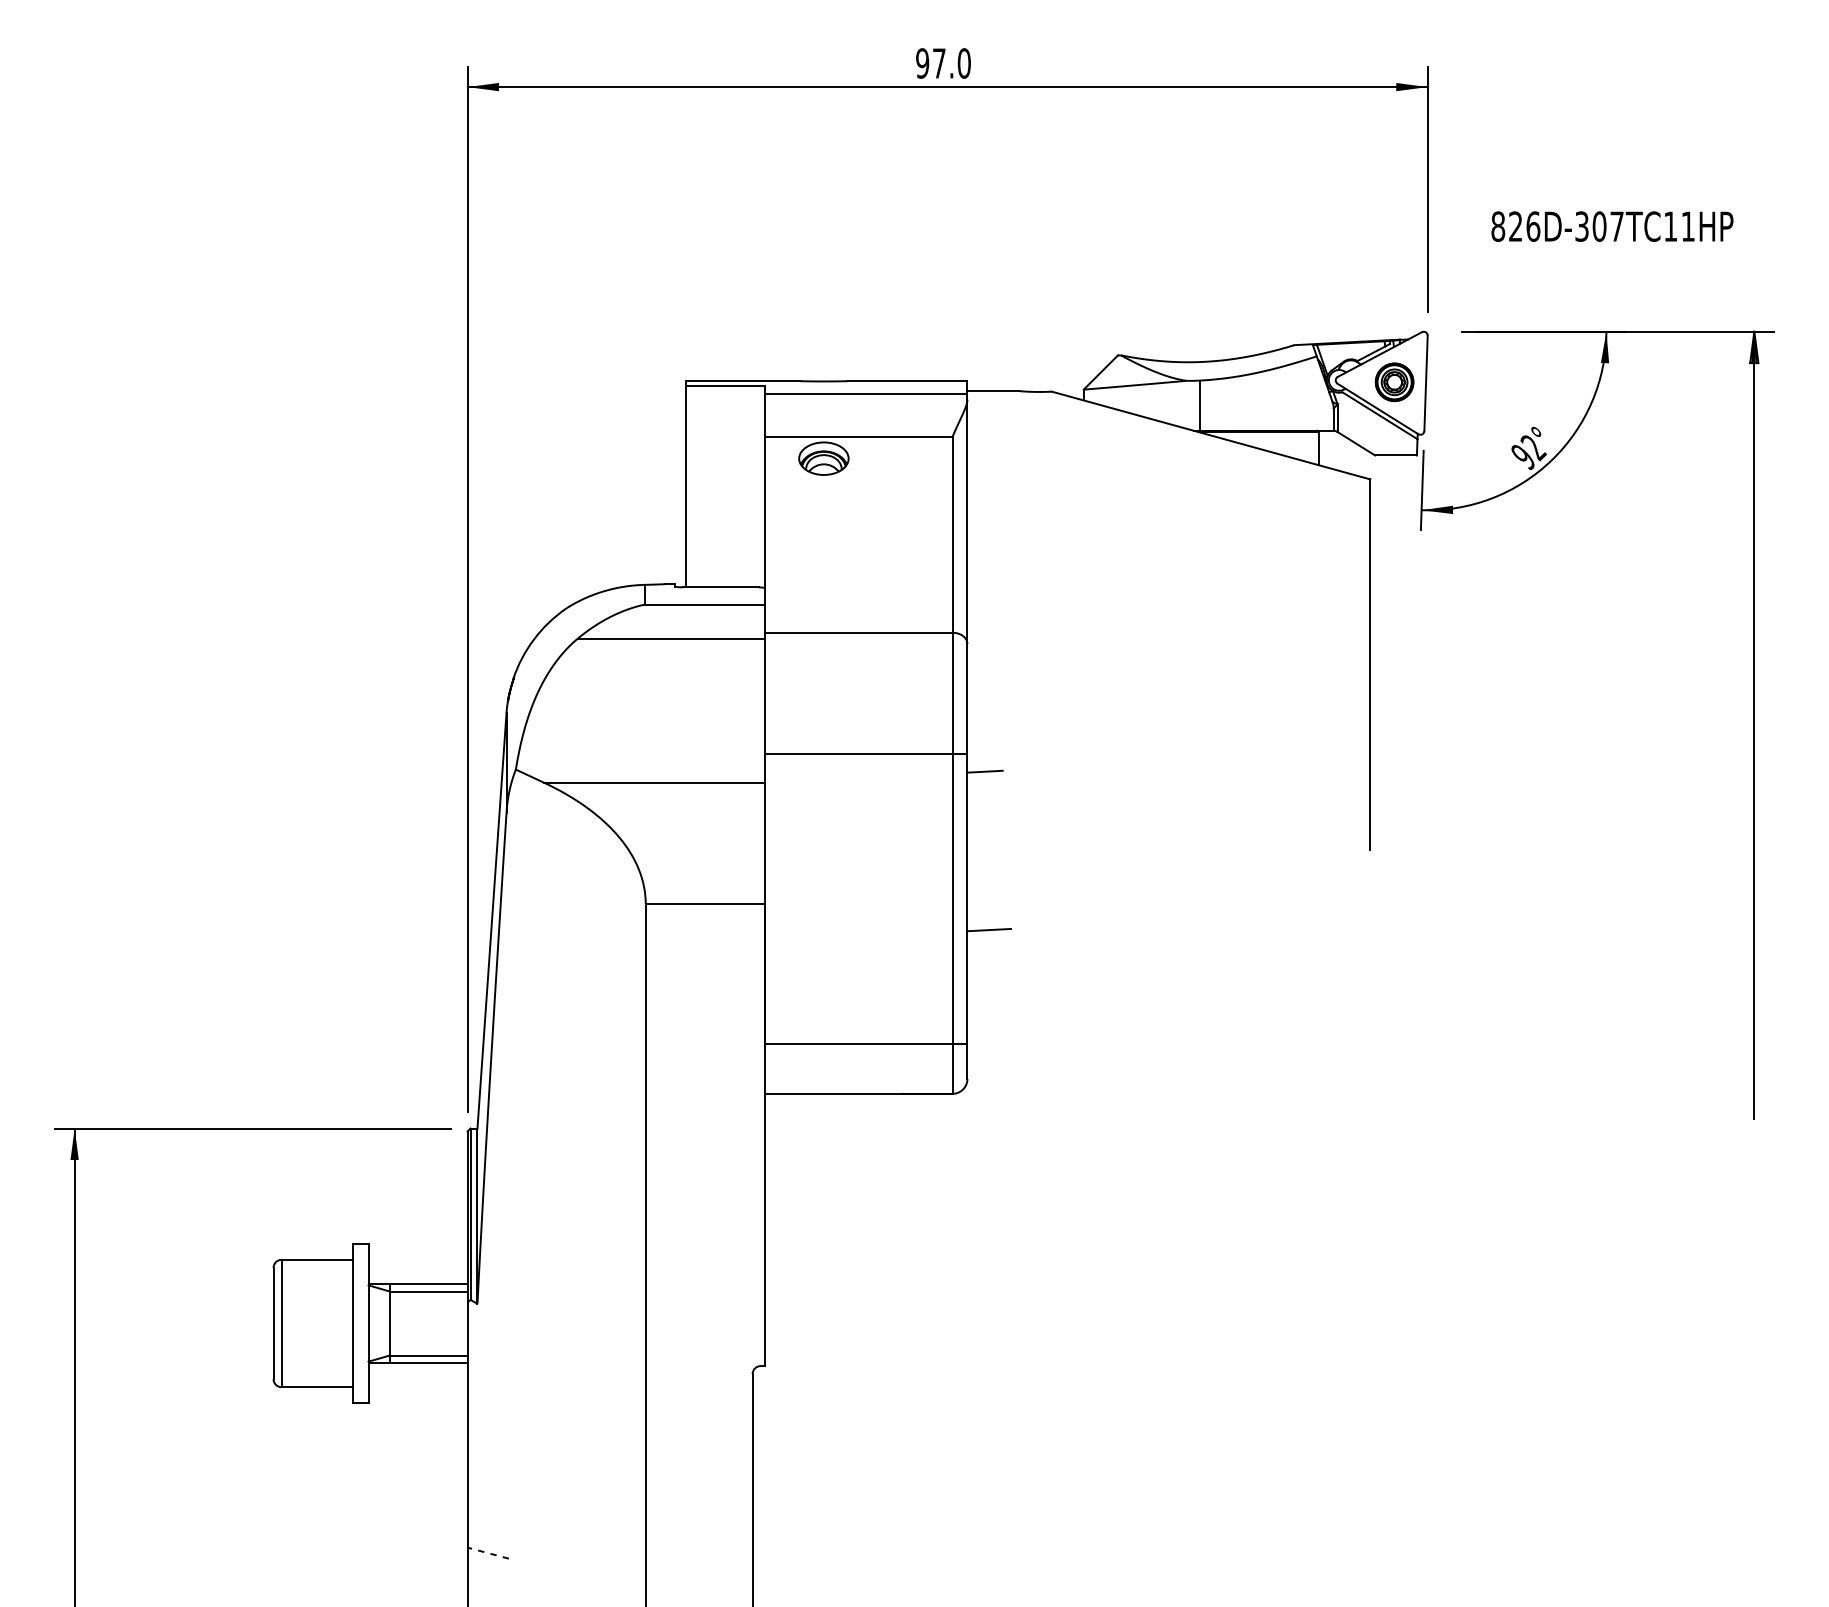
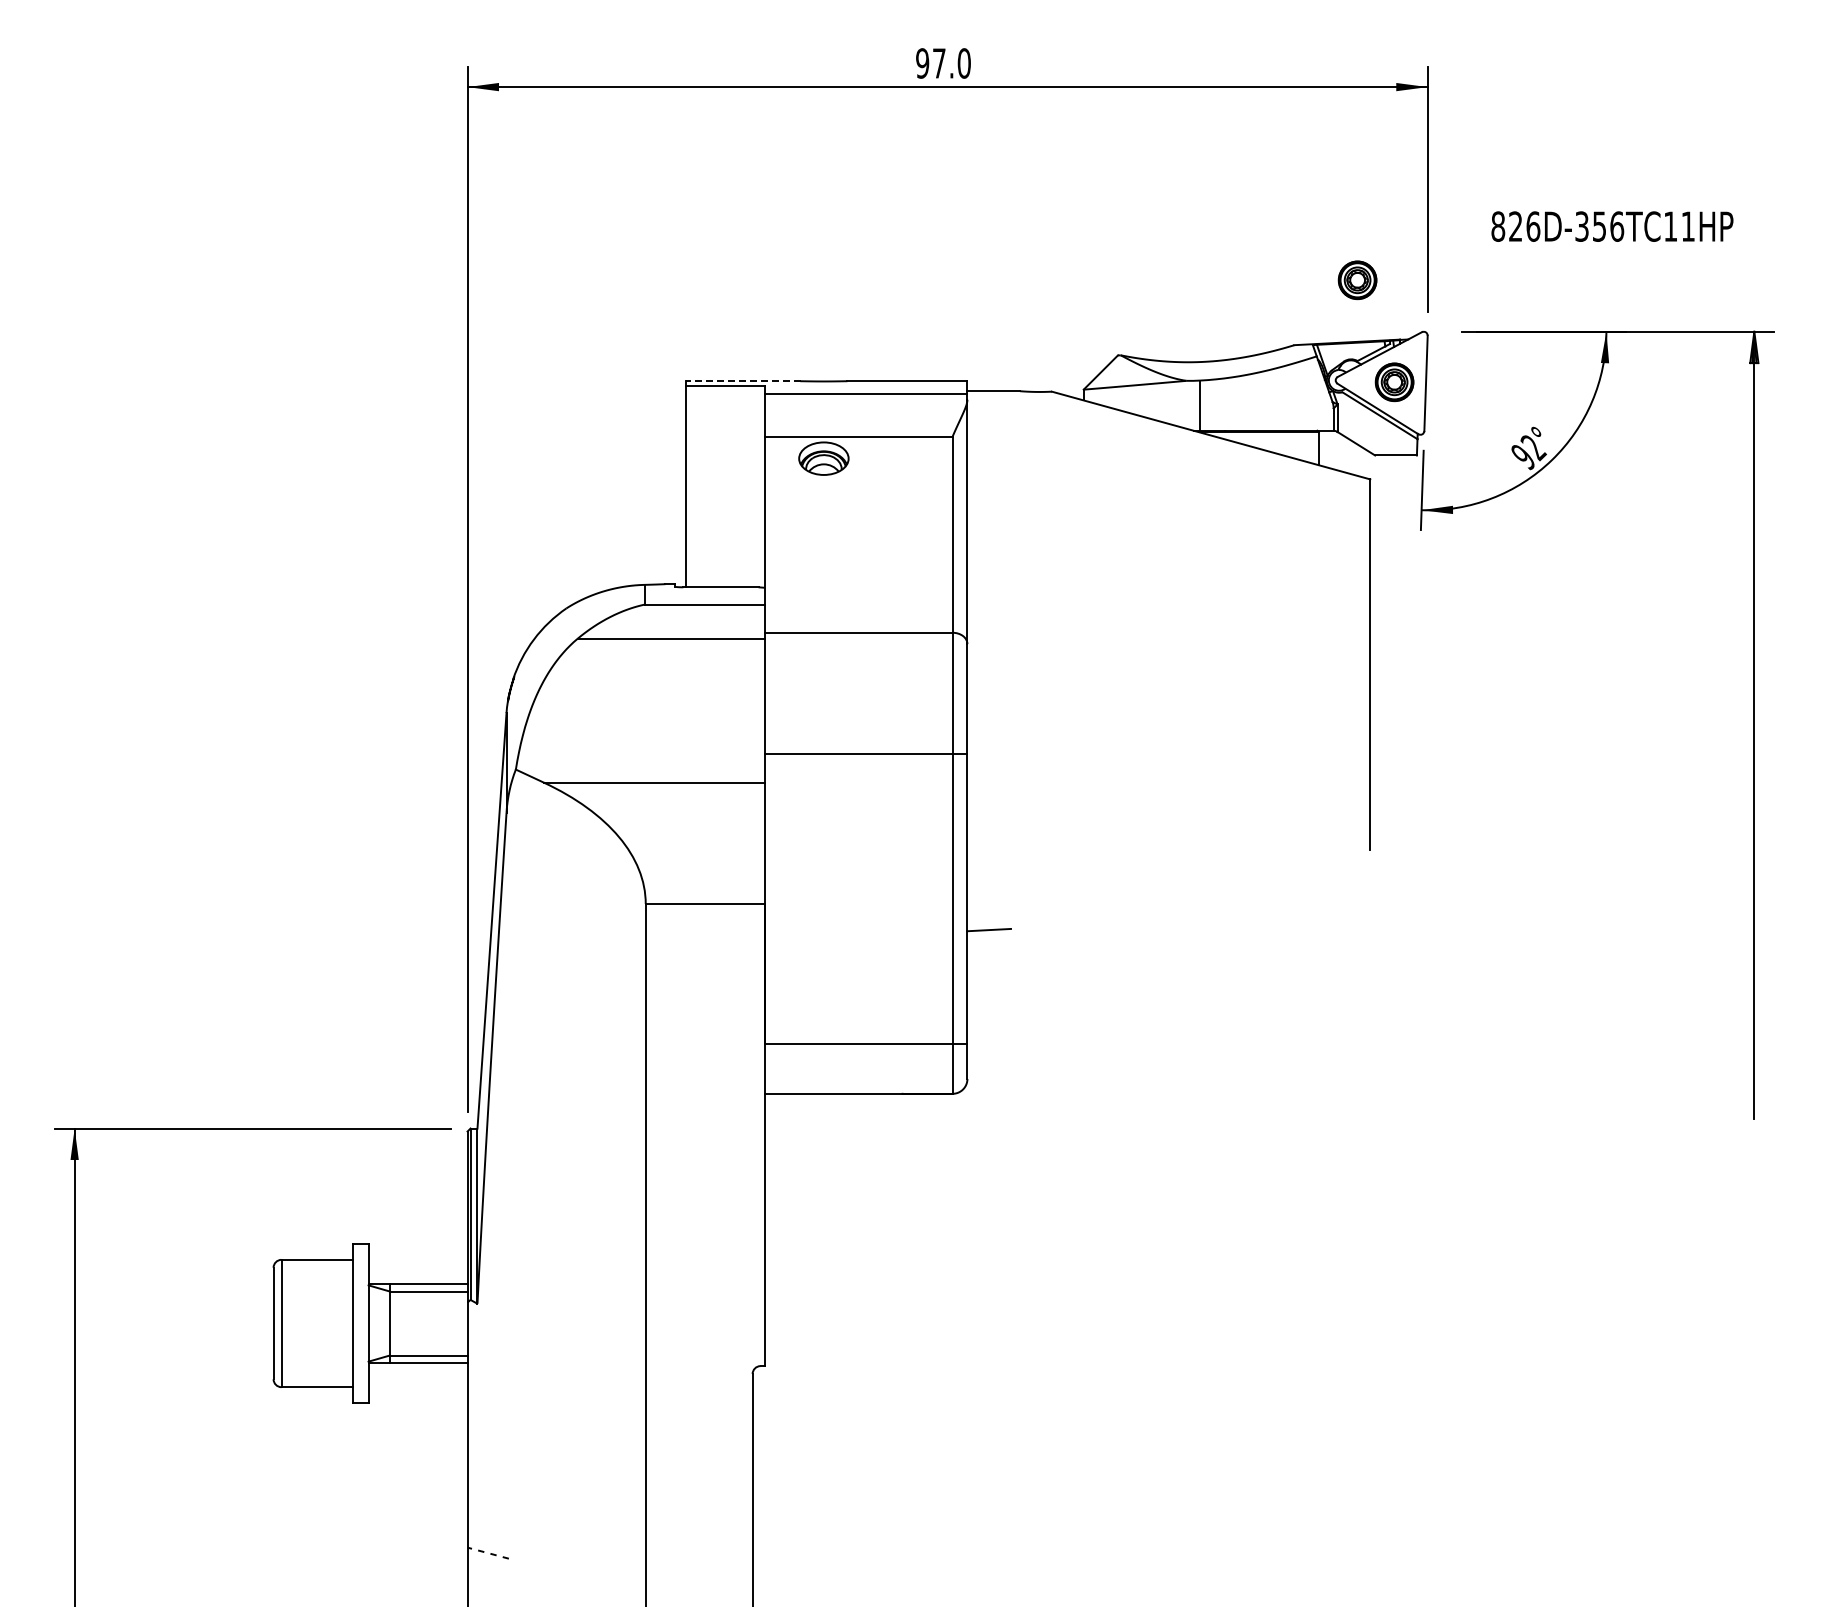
text at (1608, 226): 826D-307TC11HP -> 826D-356TC11HP
part at (1357, 280): none -> present
line at (742, 381): solid -> dashed
line at (984, 771): present -> none
